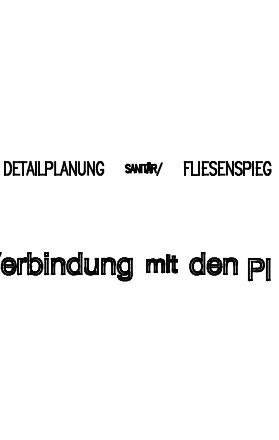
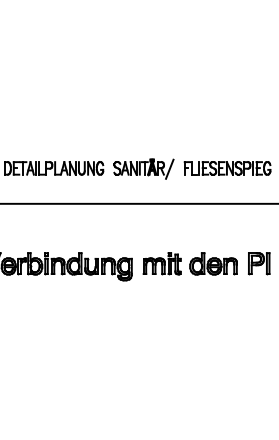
part at (143, 168) size: 38x14 px -> 62x22 px
line at (138, 203): none -> present
part at (161, 263) size: 32x20 px -> 40x24 px
part at (259, 269) position: (259, 269) -> (259, 263)
